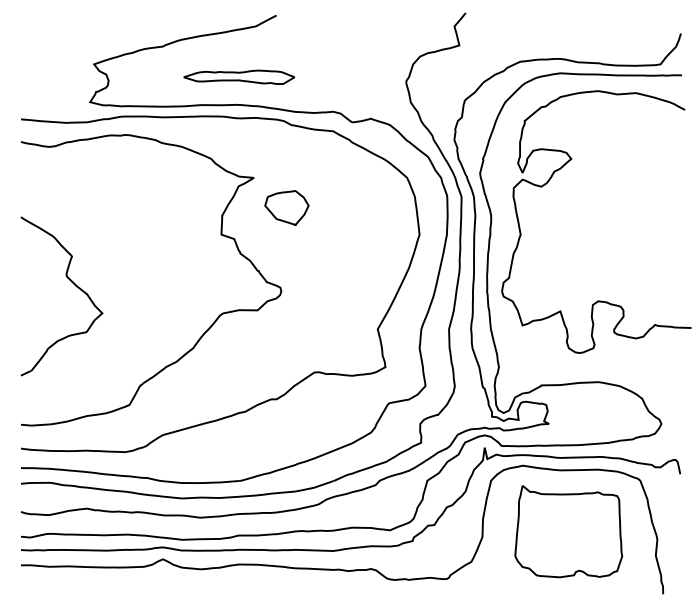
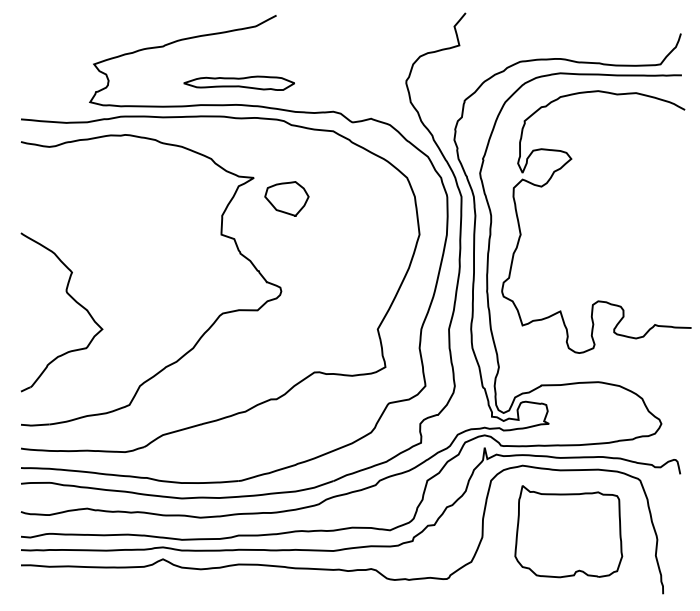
part at (238, 76) position: (238, 76) -> (238, 82)
part at (286, 207) position: (286, 207) -> (286, 198)
part at (73, 284) position: (73, 284) -> (73, 300)
